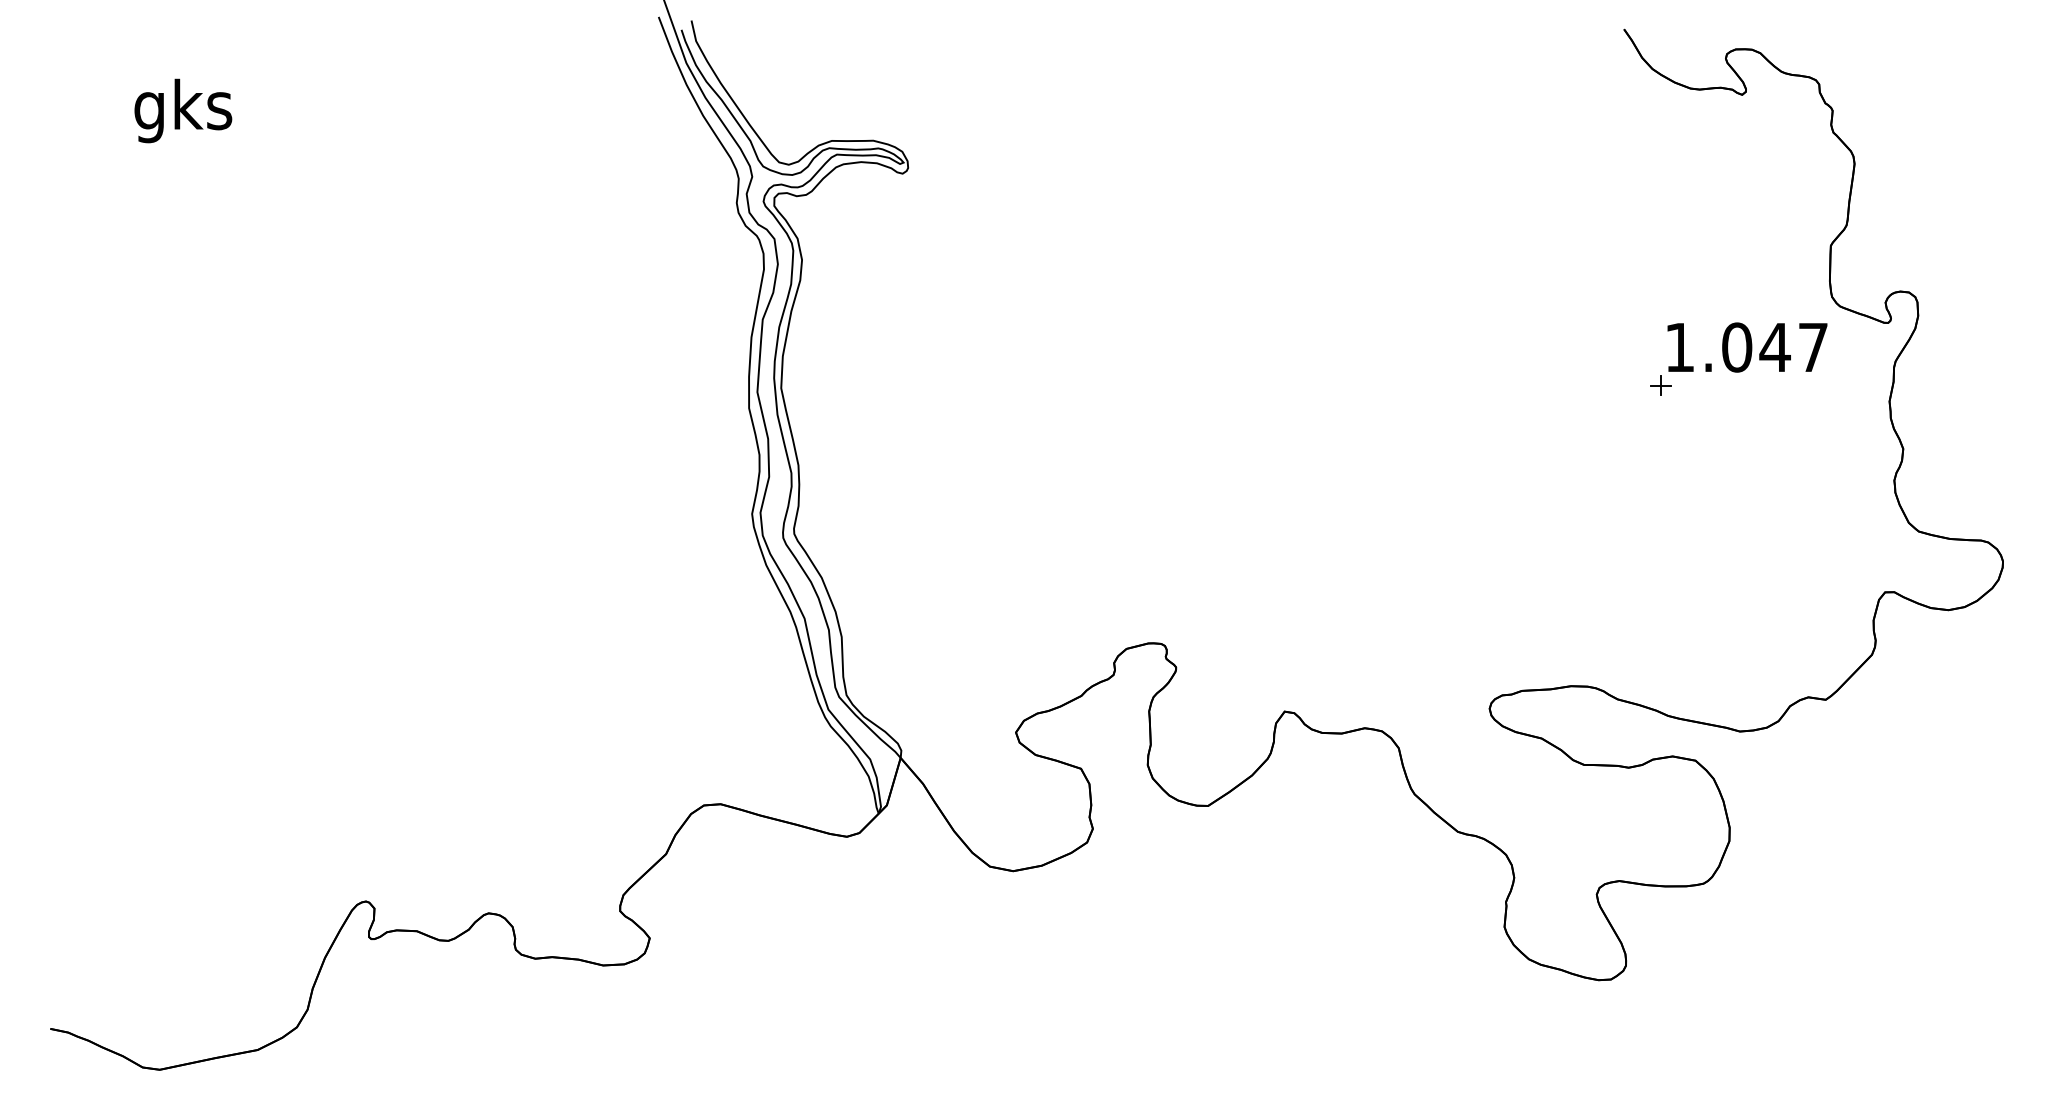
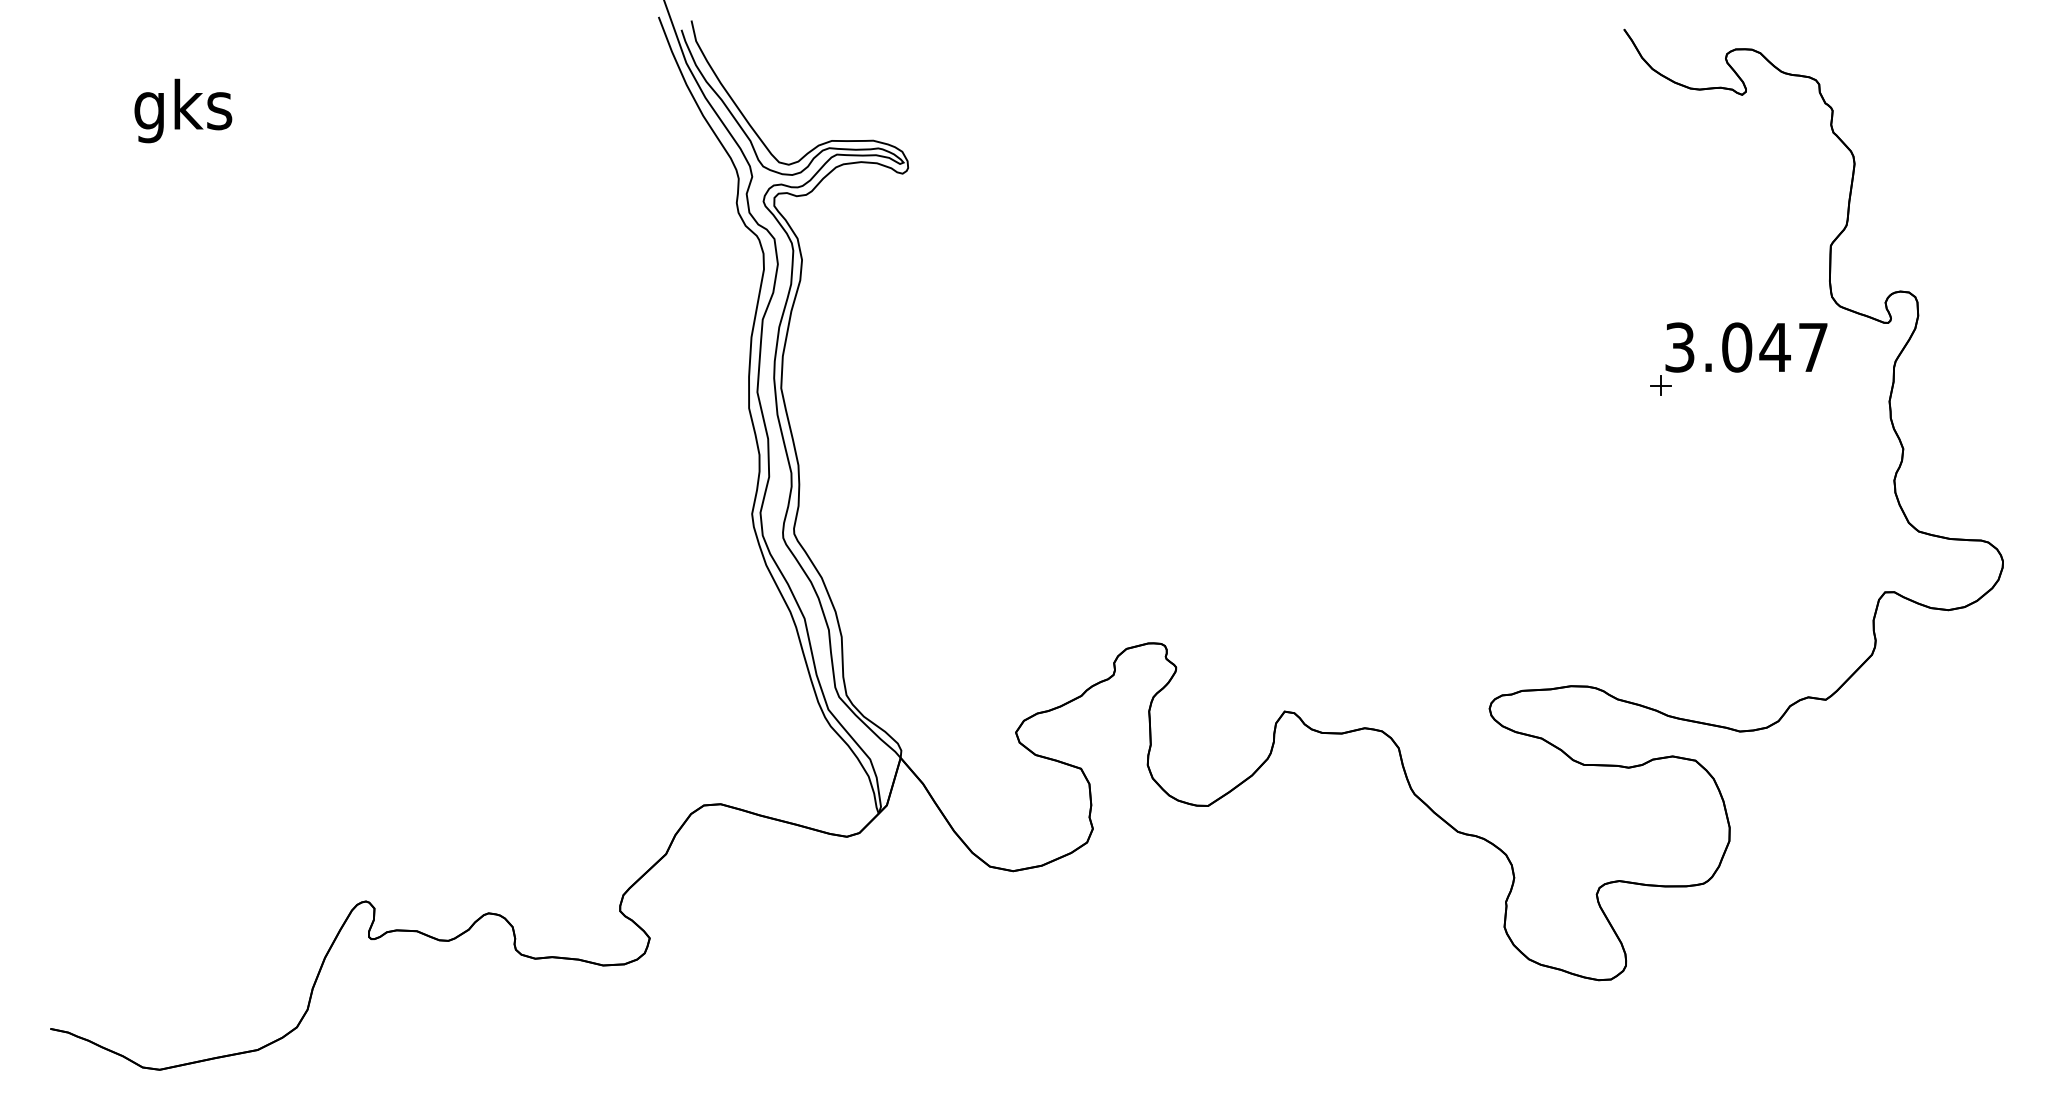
text at (1679, 347): 1.047 -> 3.047
